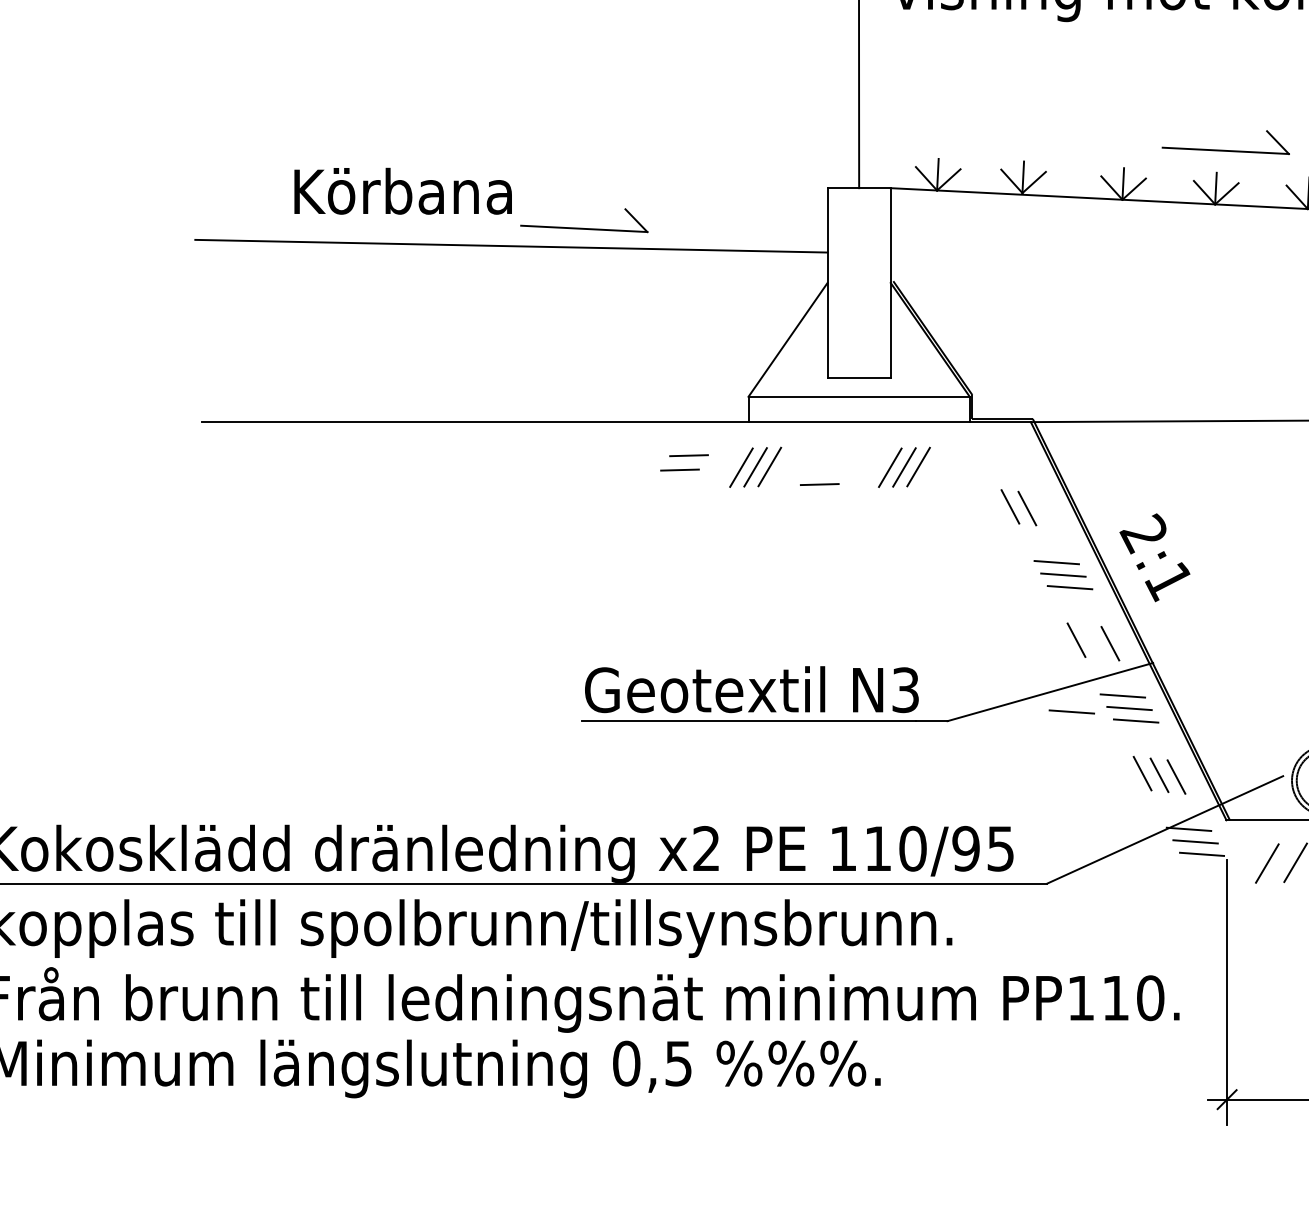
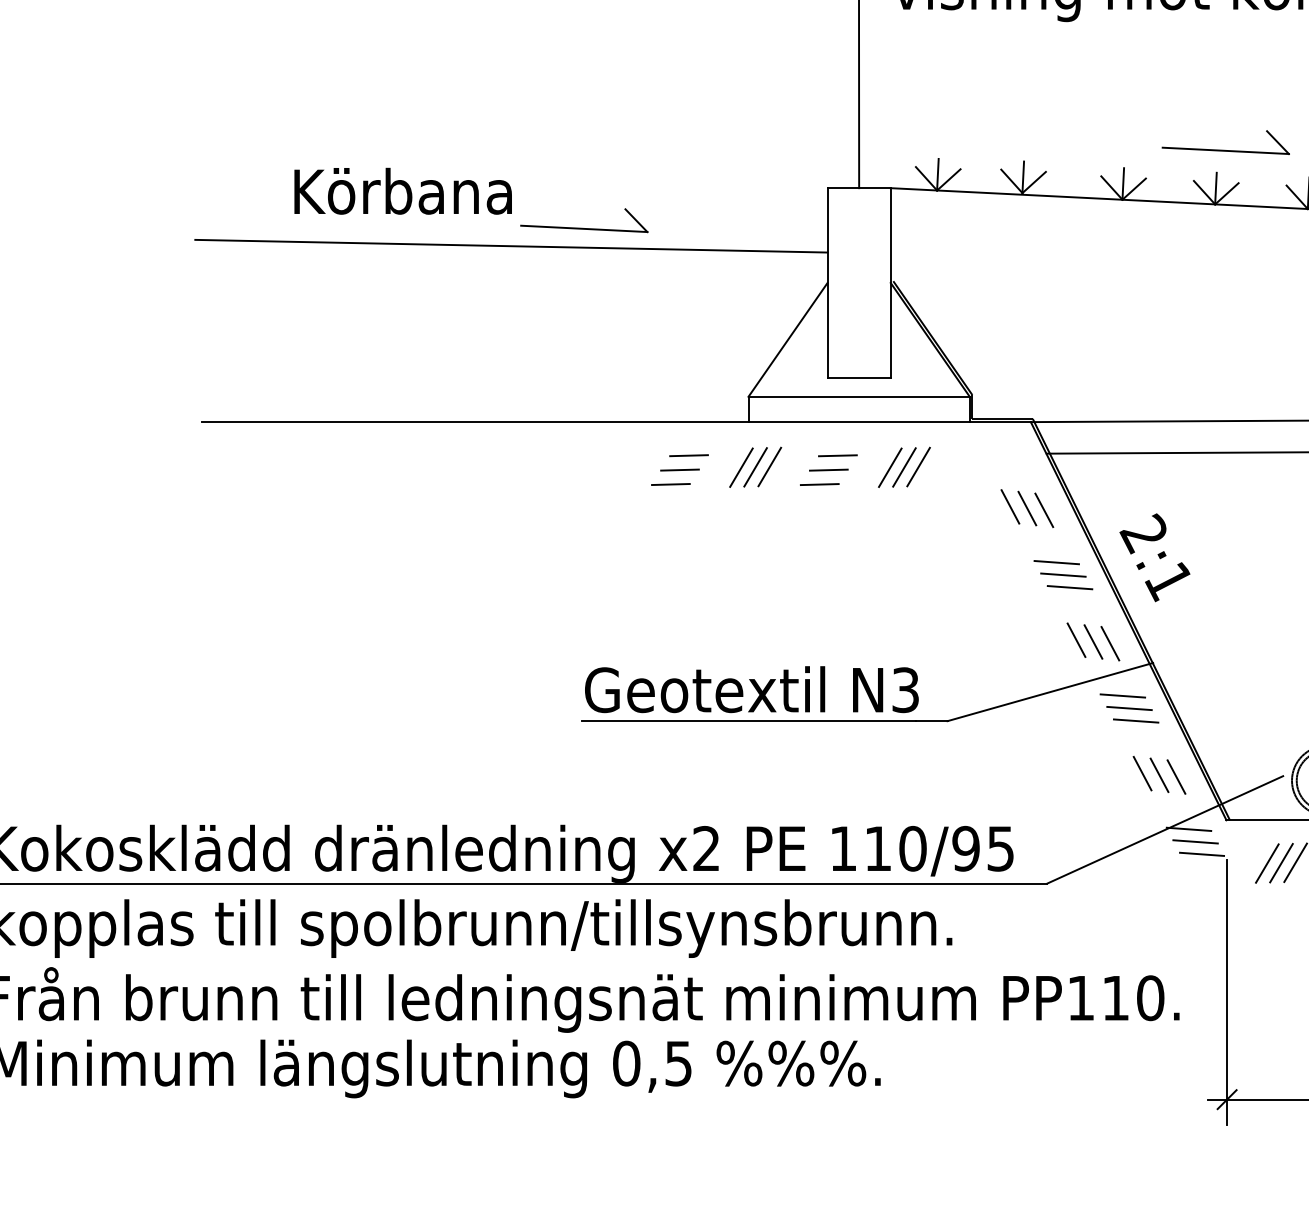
line at (1175, 452): none -> present
line at (837, 455): none -> present
line at (828, 469): none -> present
line at (670, 484): none -> present
line at (1044, 510): none -> present
line at (1093, 641): none -> present
line at (1071, 711): present -> none
line at (1281, 863): none -> present
